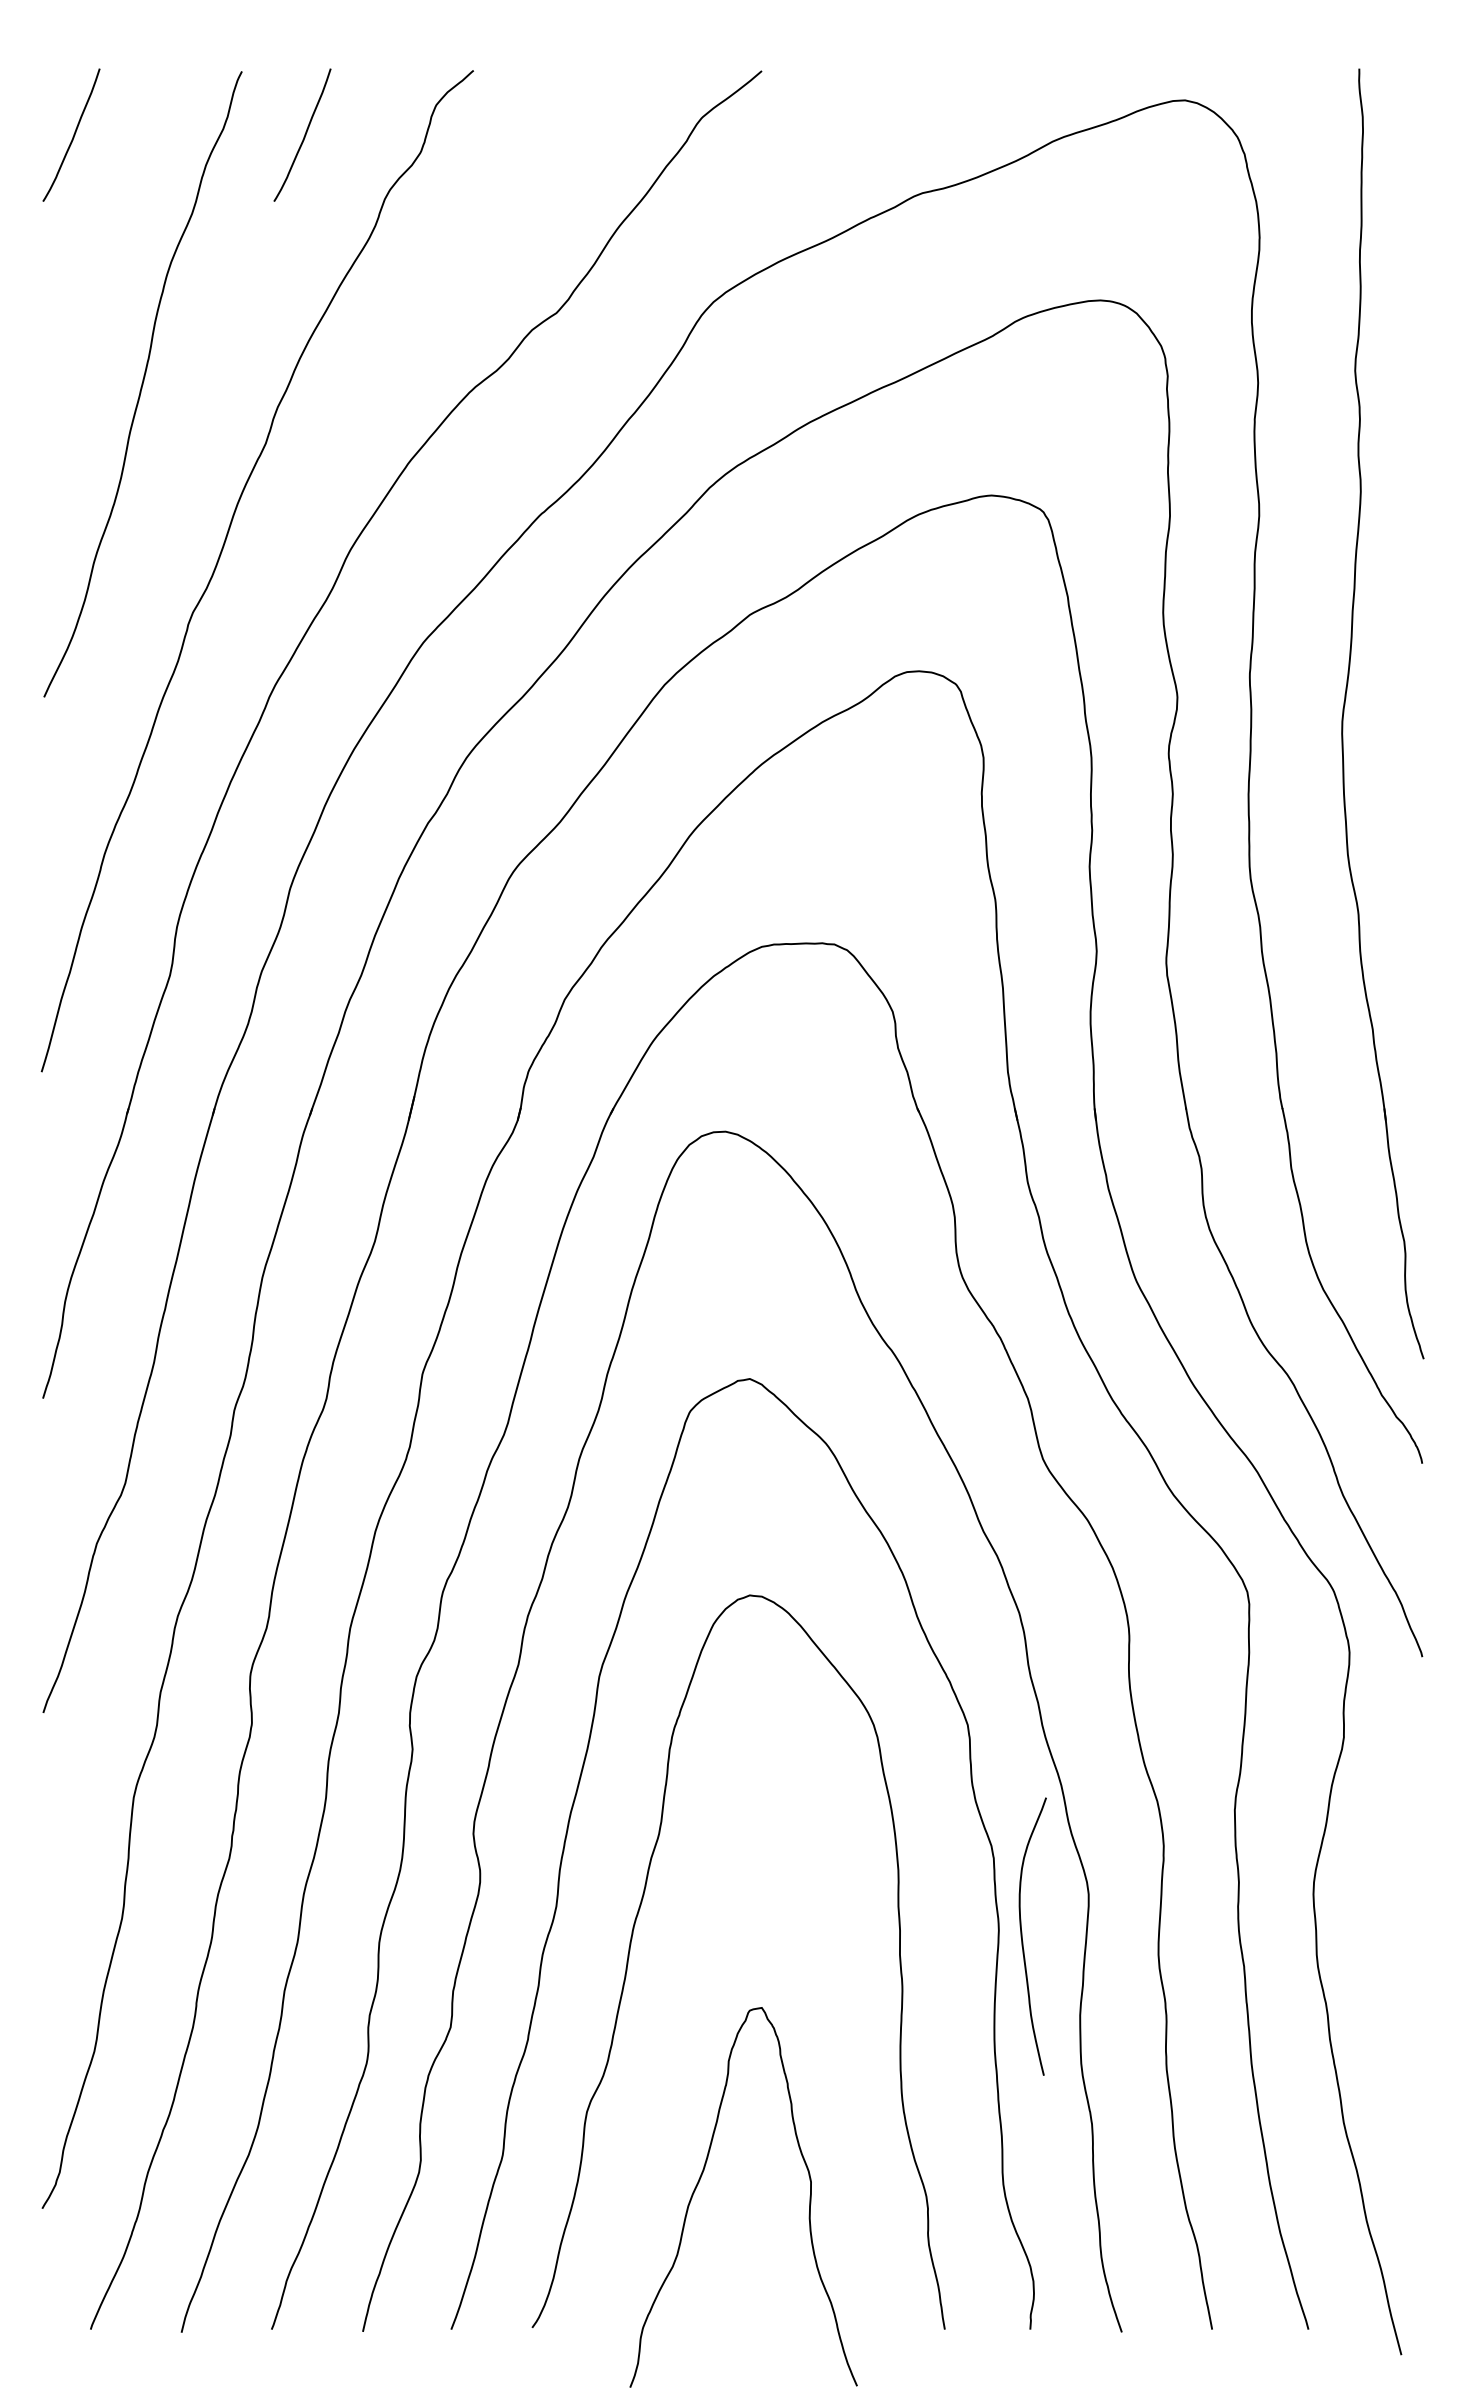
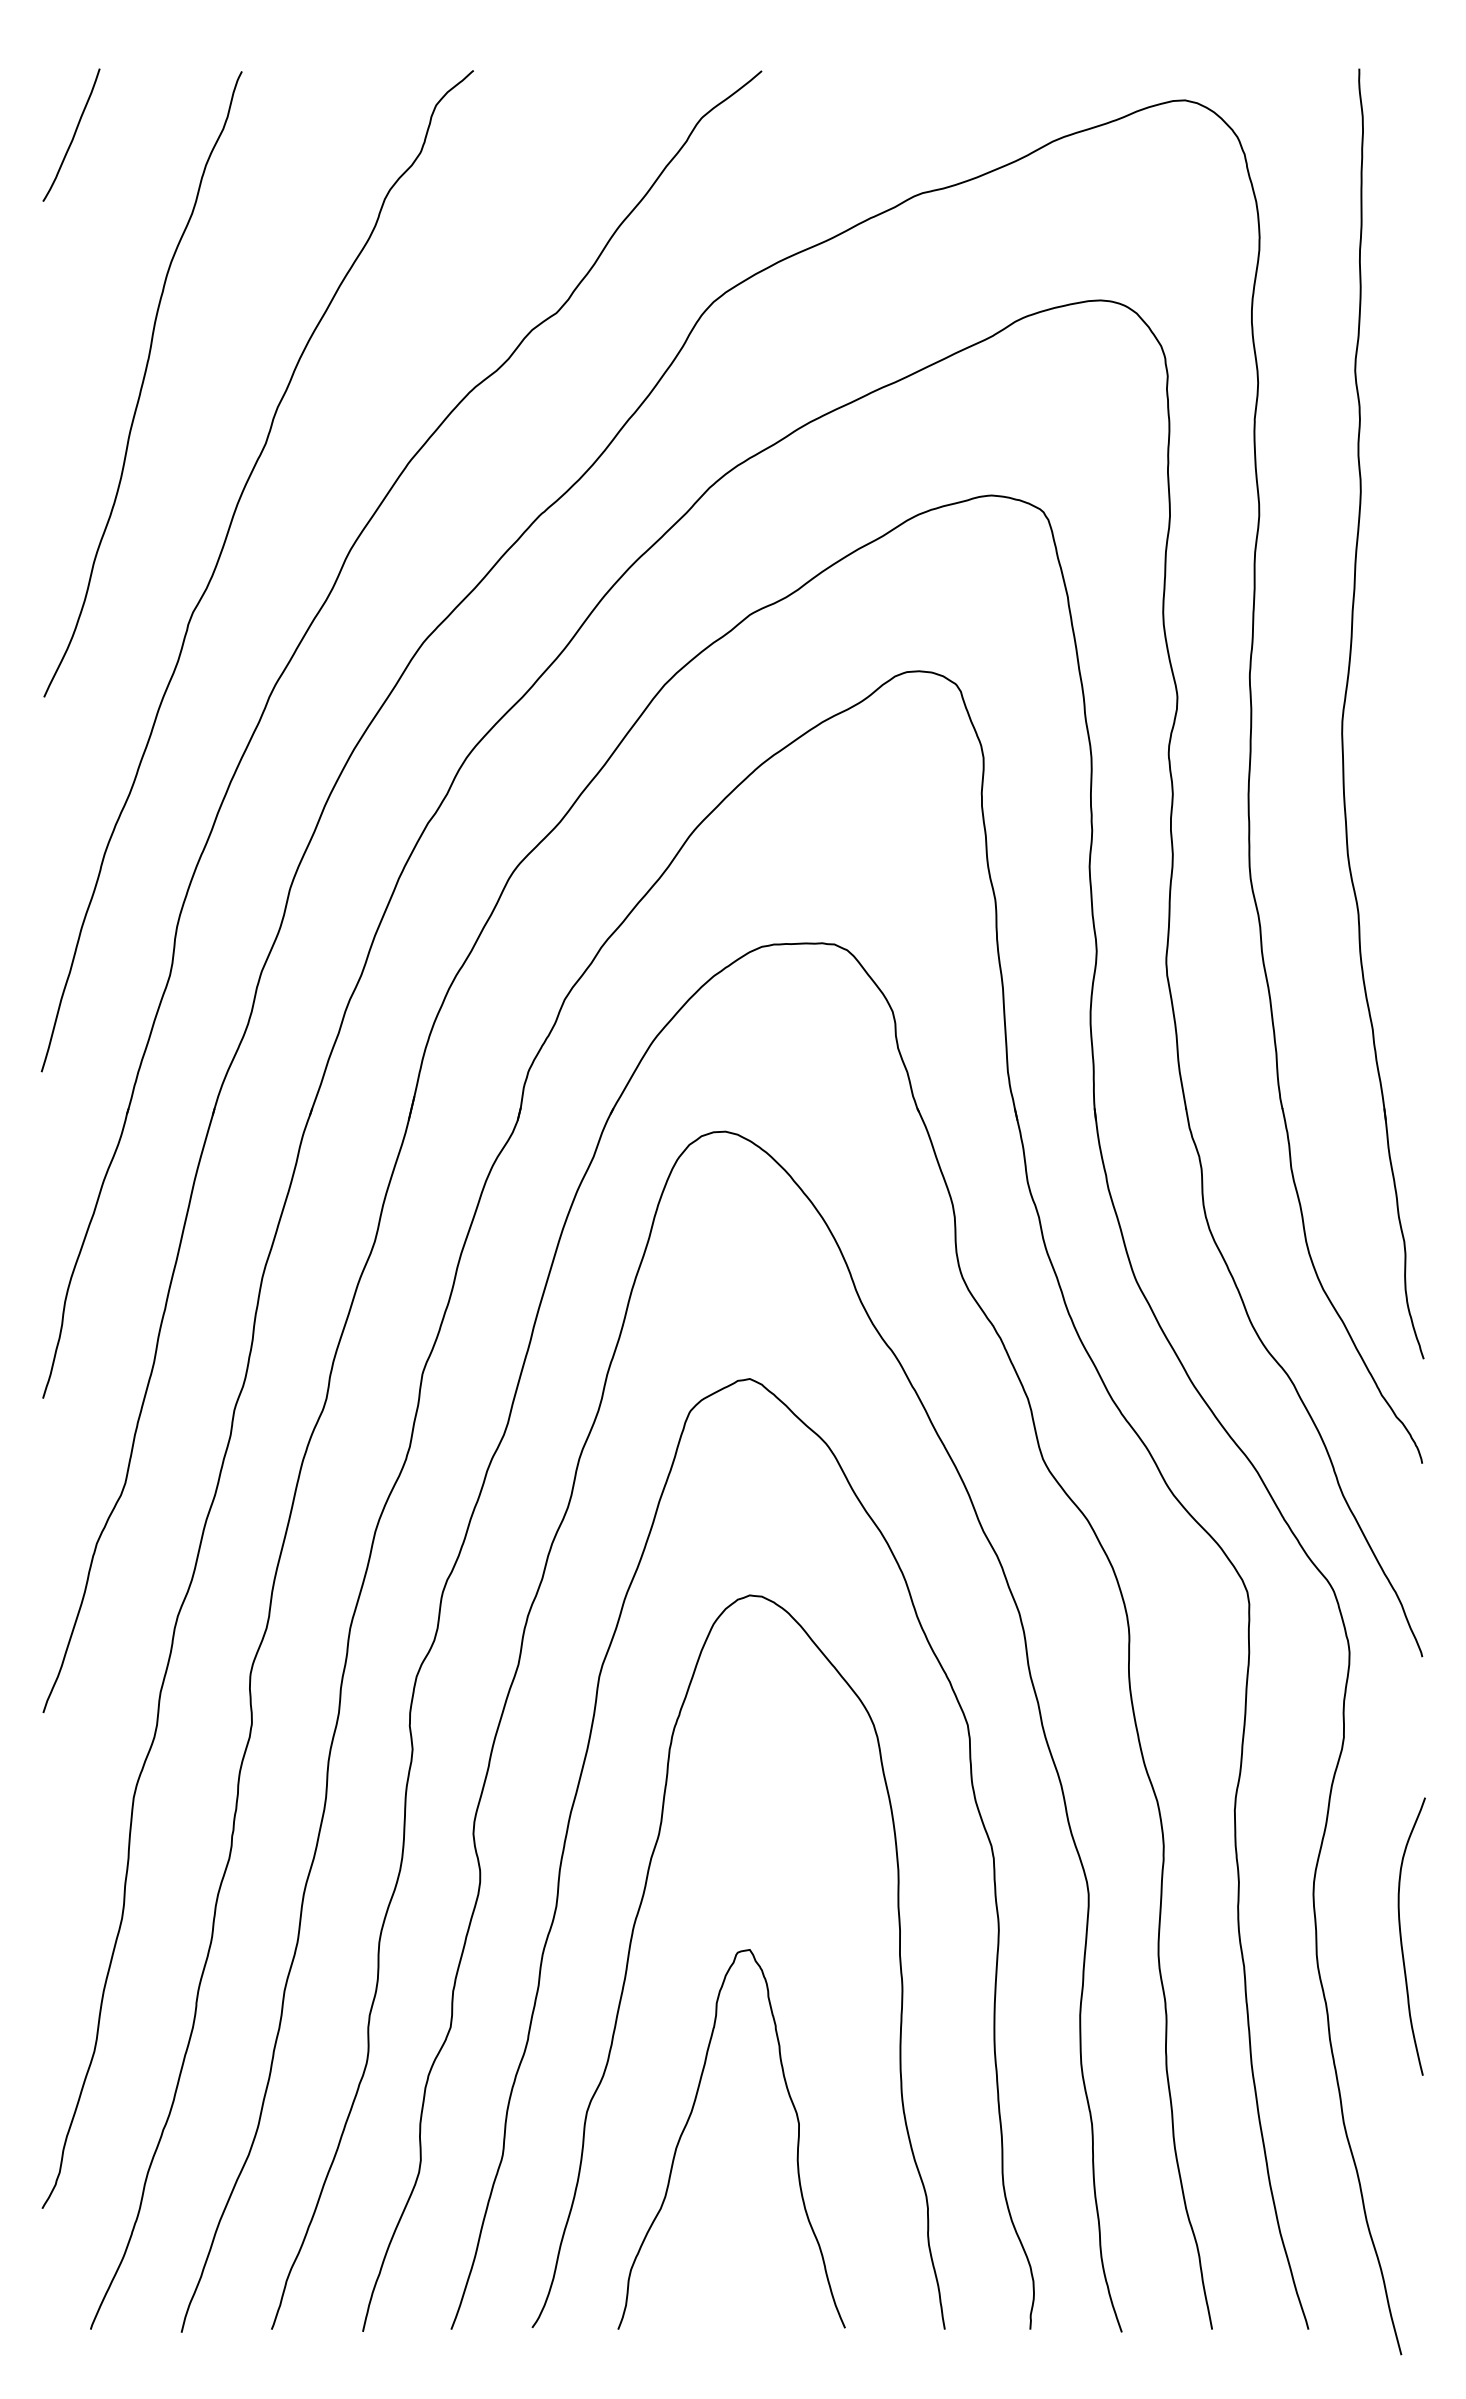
curve at (304, 134): present -> none
curve at (1022, 1936) position: (1022, 1936) -> (1401, 1936)
curve at (700, 2180) position: (700, 2180) -> (688, 2122)
